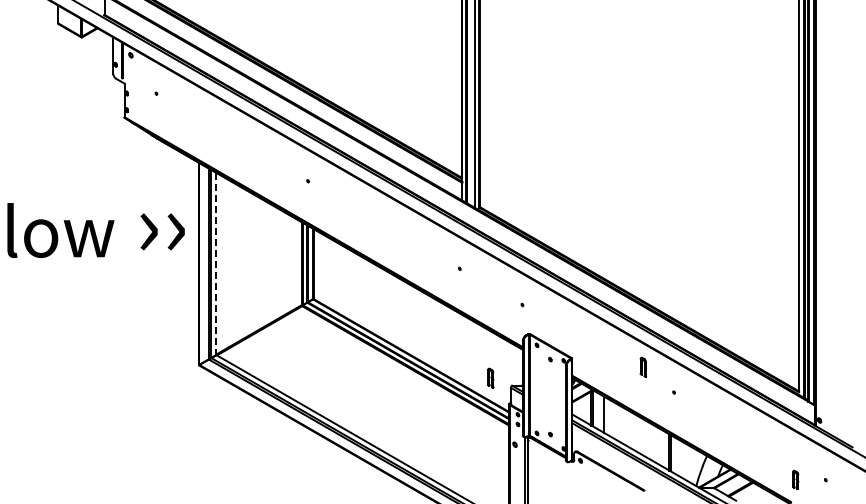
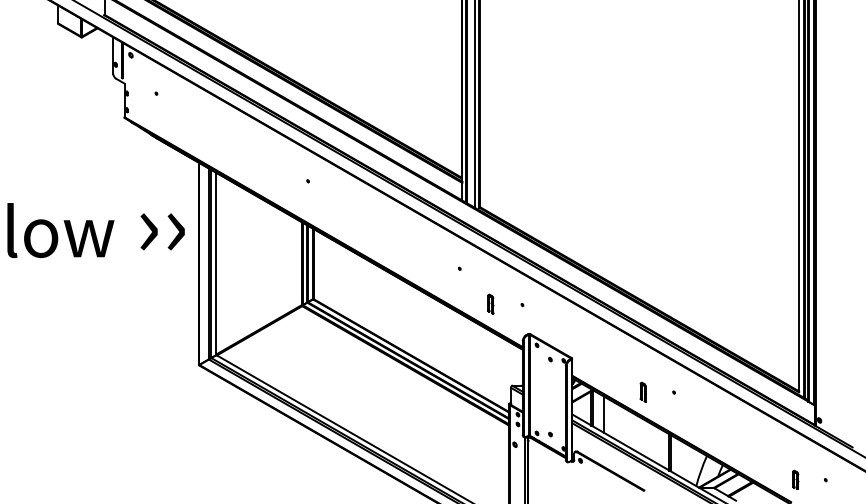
line at (216, 264): dashed -> solid
part at (642, 366) position: (642, 366) -> (642, 391)
part at (490, 377) position: (490, 377) -> (490, 303)
